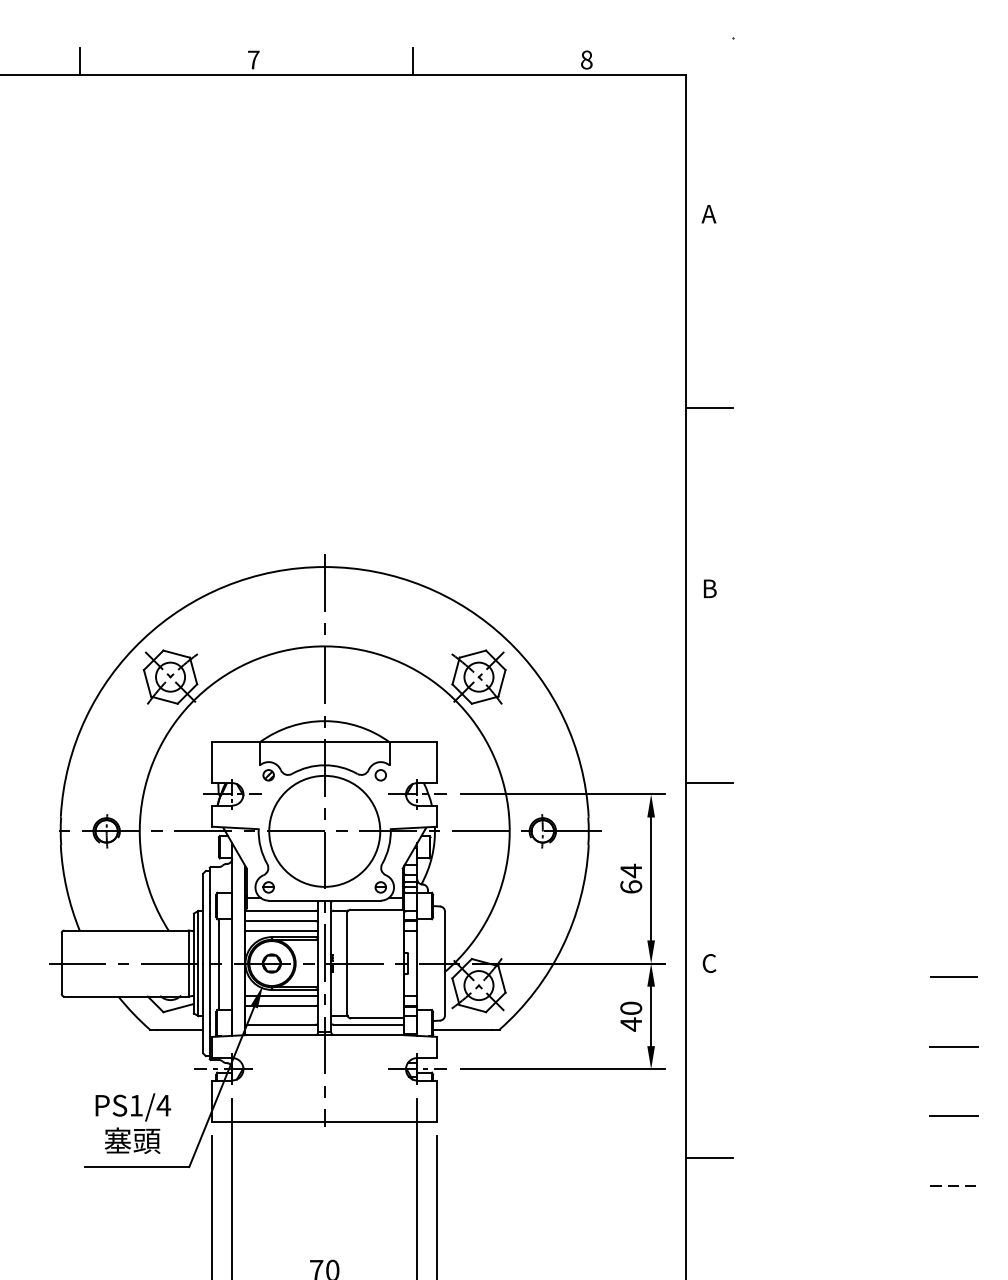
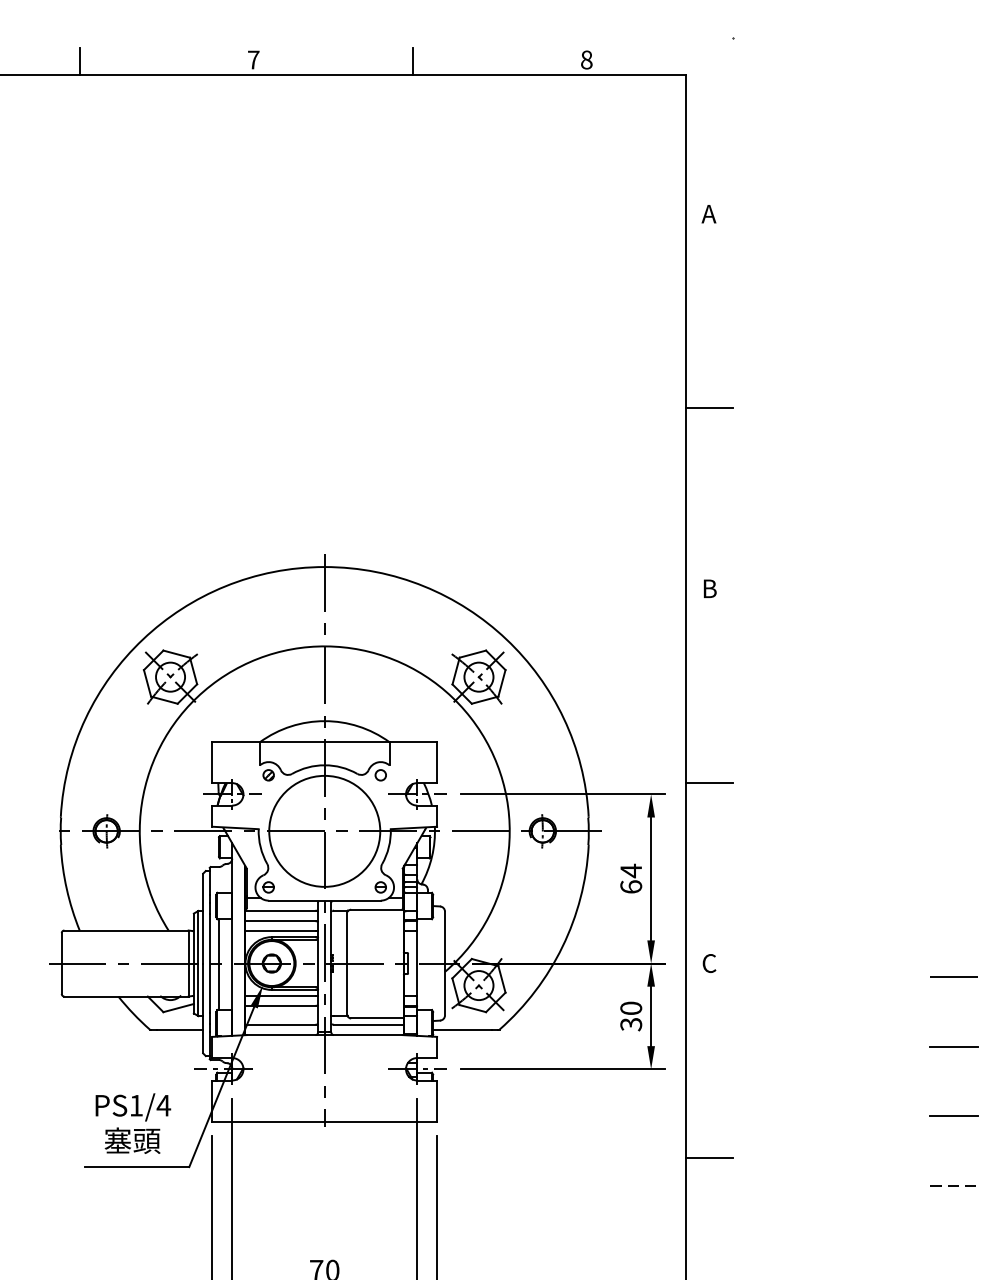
text at (631, 1024): 40 -> 30
